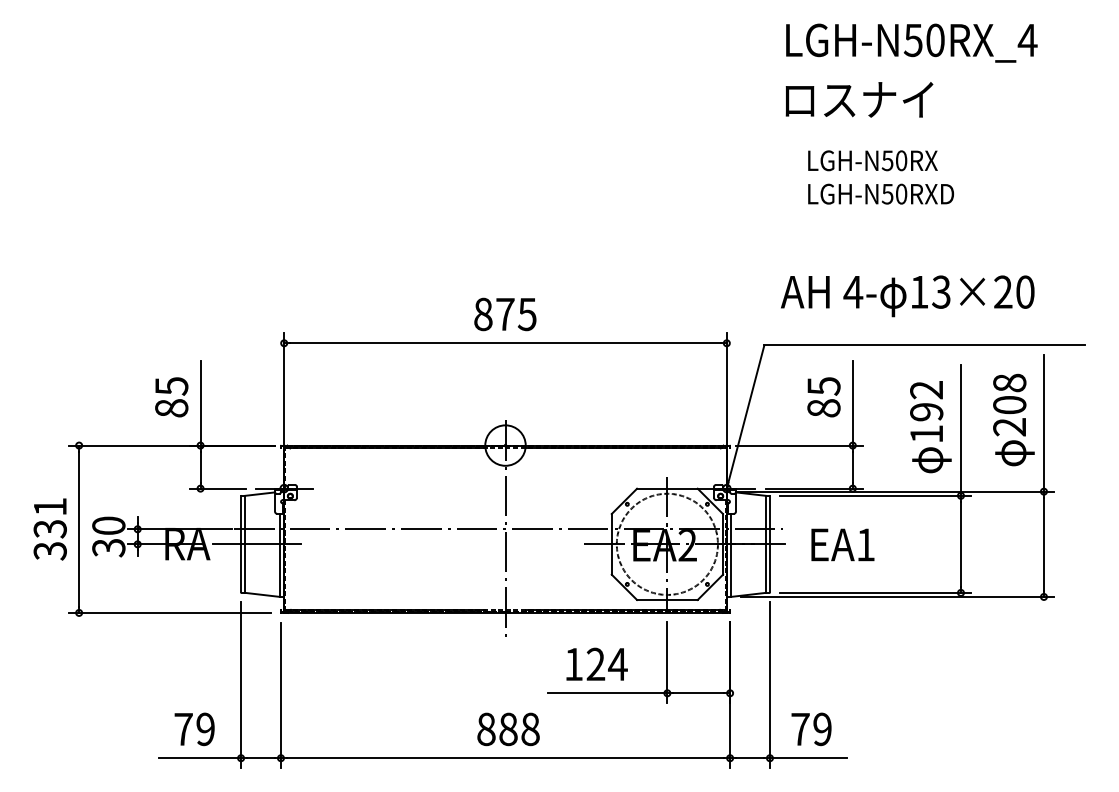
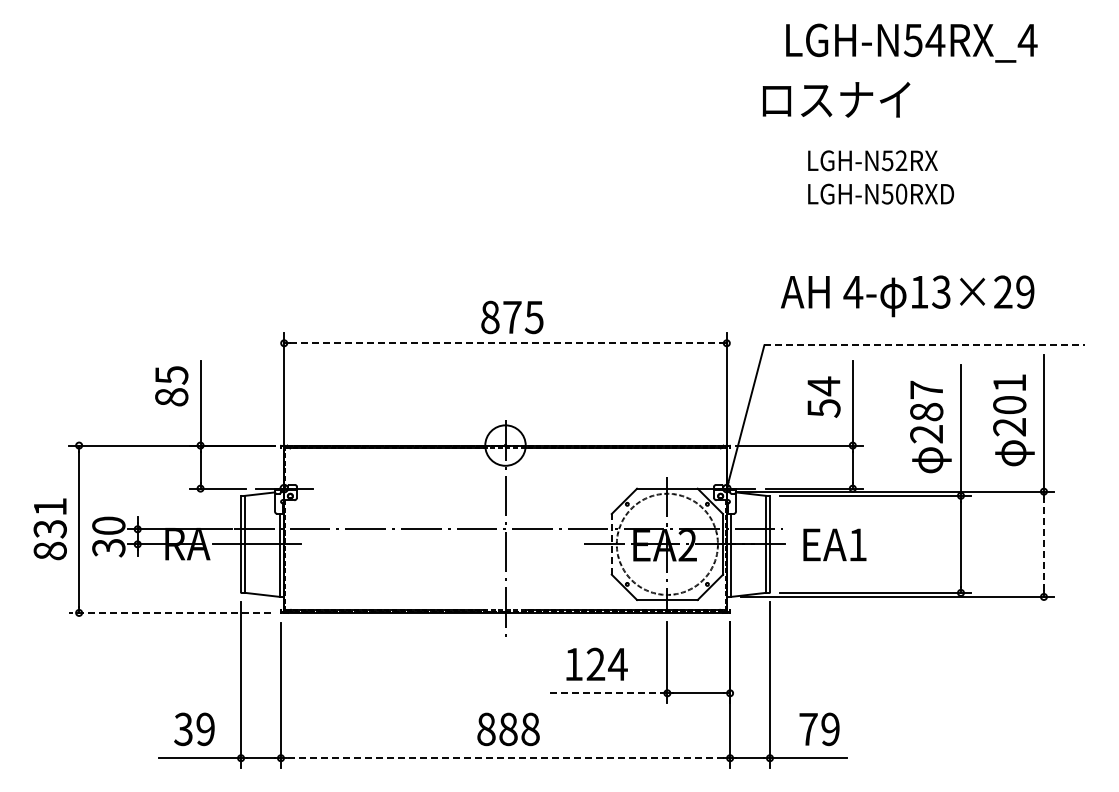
text at (935, 40): LGH-N50RX_4 -> LGH-N54RX_4
text at (859, 99) position: (859, 99) -> (836, 99)
text at (901, 160): LGH-N50RX -> LGH-N52RX
text at (1025, 291): 13×20 -> 13×29
text at (505, 314) position: (505, 314) -> (512, 317)
line at (506, 343): solid -> dashed
line at (924, 345): solid -> dashed
text at (1009, 382): 208 -> 201
text at (823, 396): 85 -> 54
text at (171, 397) position: (171, 397) -> (171, 386)
text at (926, 411): 192 -> 287
line at (611, 543): solid -> dashed
text at (842, 544) position: (842, 544) -> (834, 544)
line at (1043, 544): solid -> dashed
text at (49, 550): 331 -> 831
line at (169, 612): solid -> dashed
line at (607, 693): solid -> dashed
text at (183, 729): 79 -> 39
text at (811, 729) position: (811, 729) -> (819, 729)
line at (505, 758): solid -> dashed
